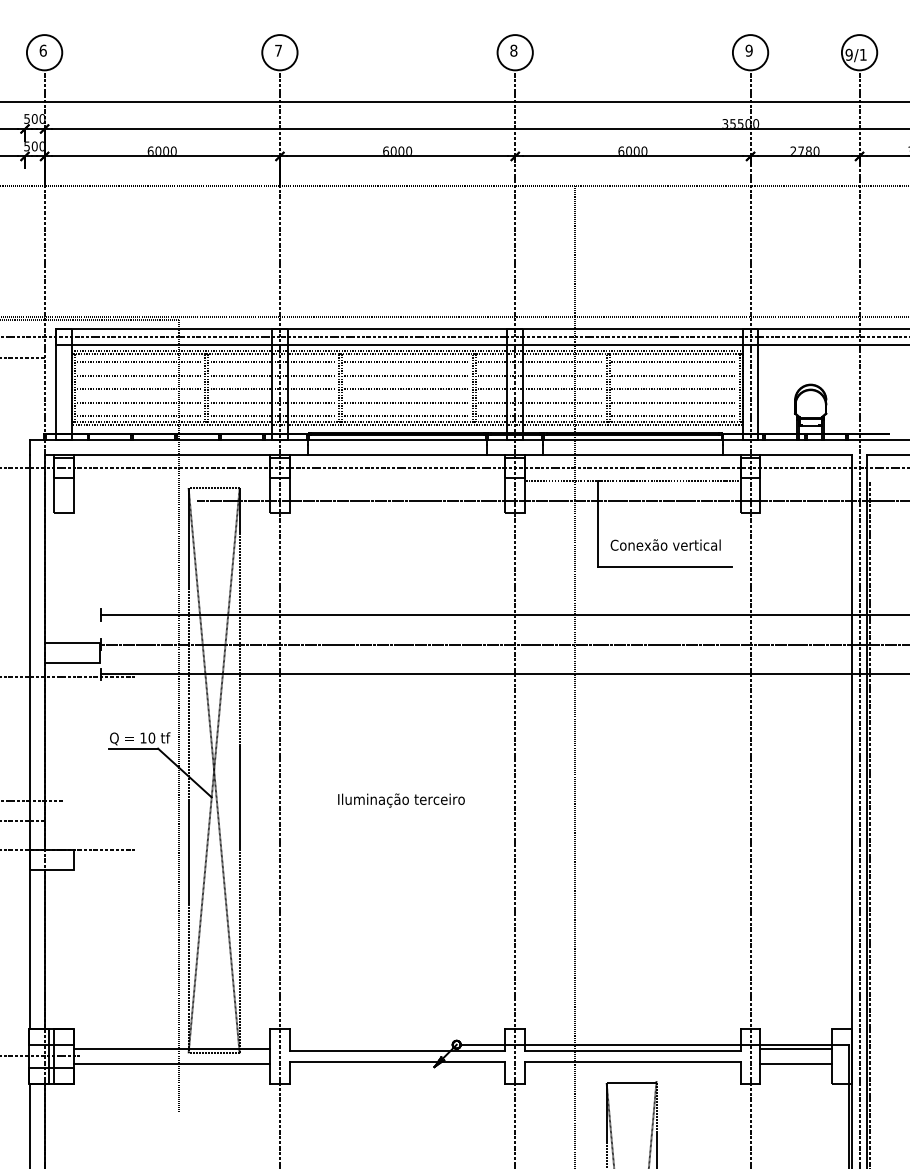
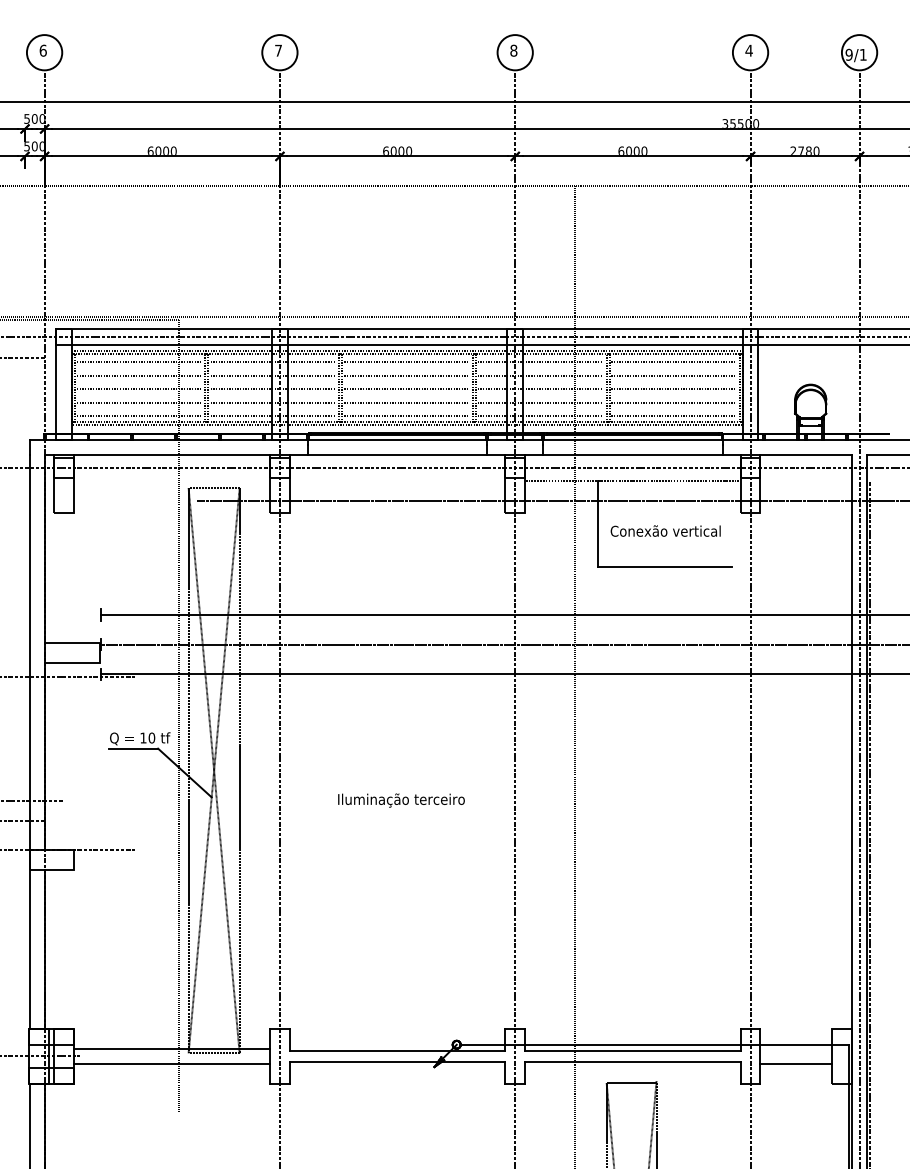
text at (748, 50): 9 -> 4
text at (665, 544) position: (665, 544) -> (665, 530)
line at (796, 1048): present -> none
